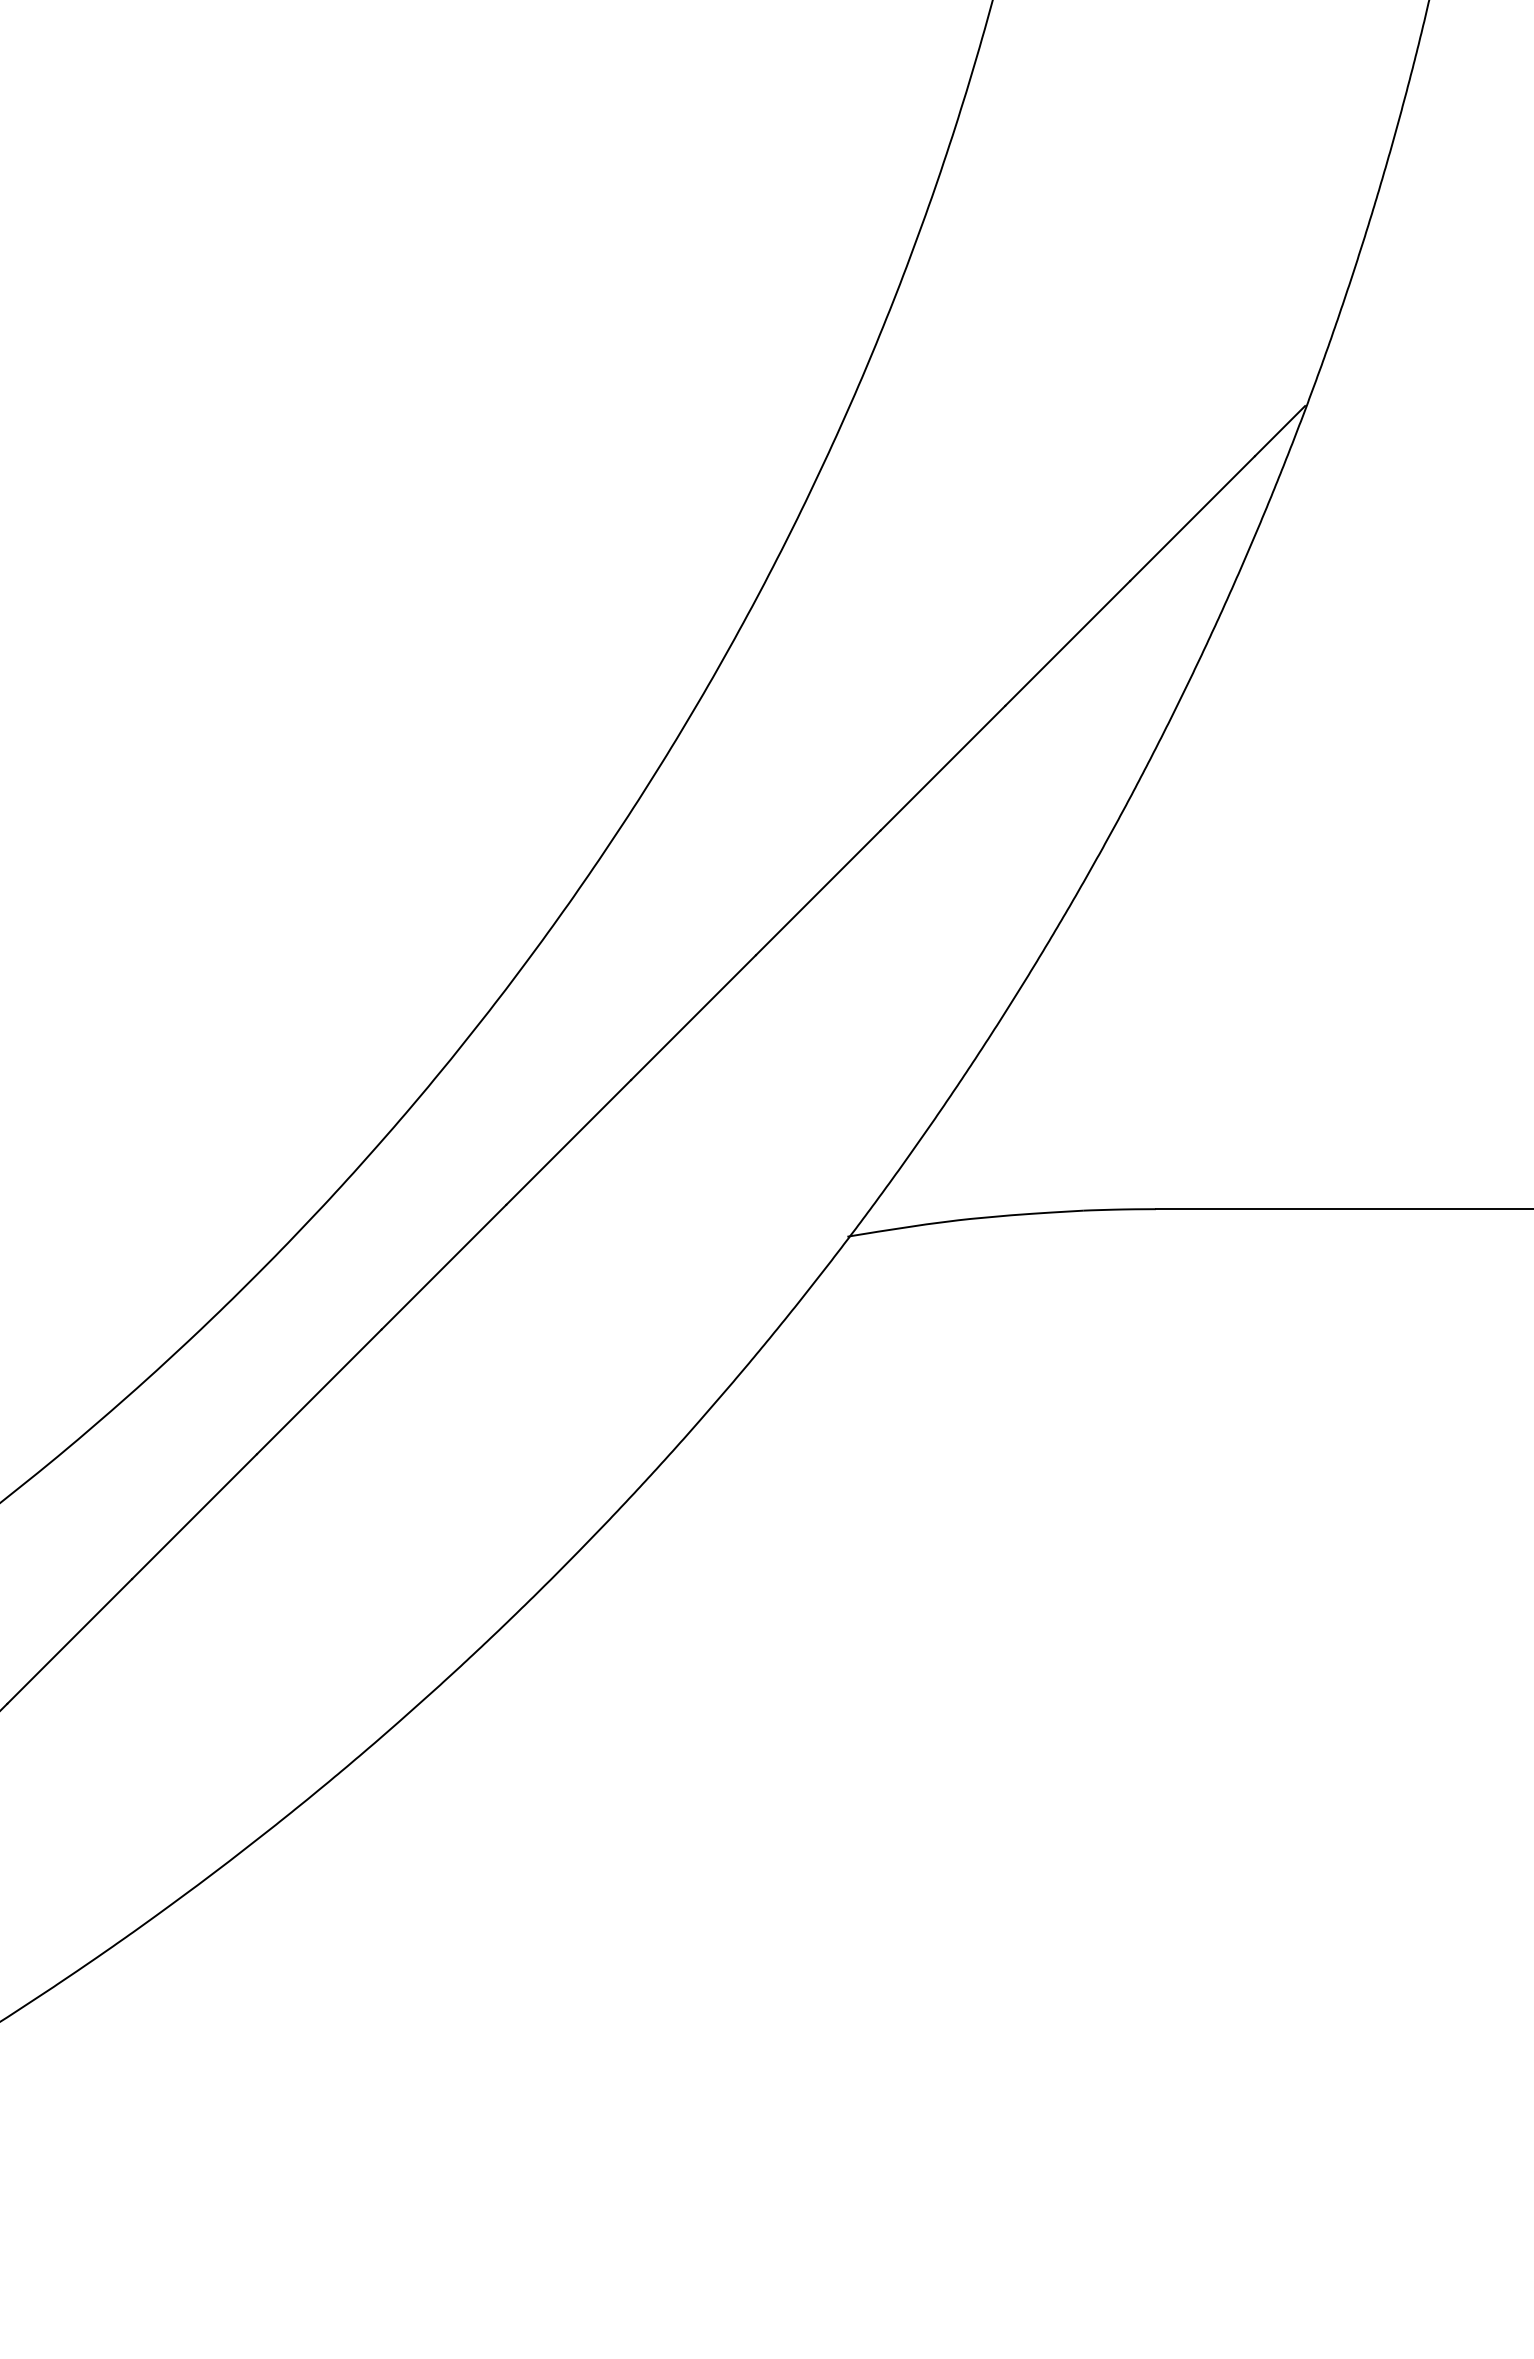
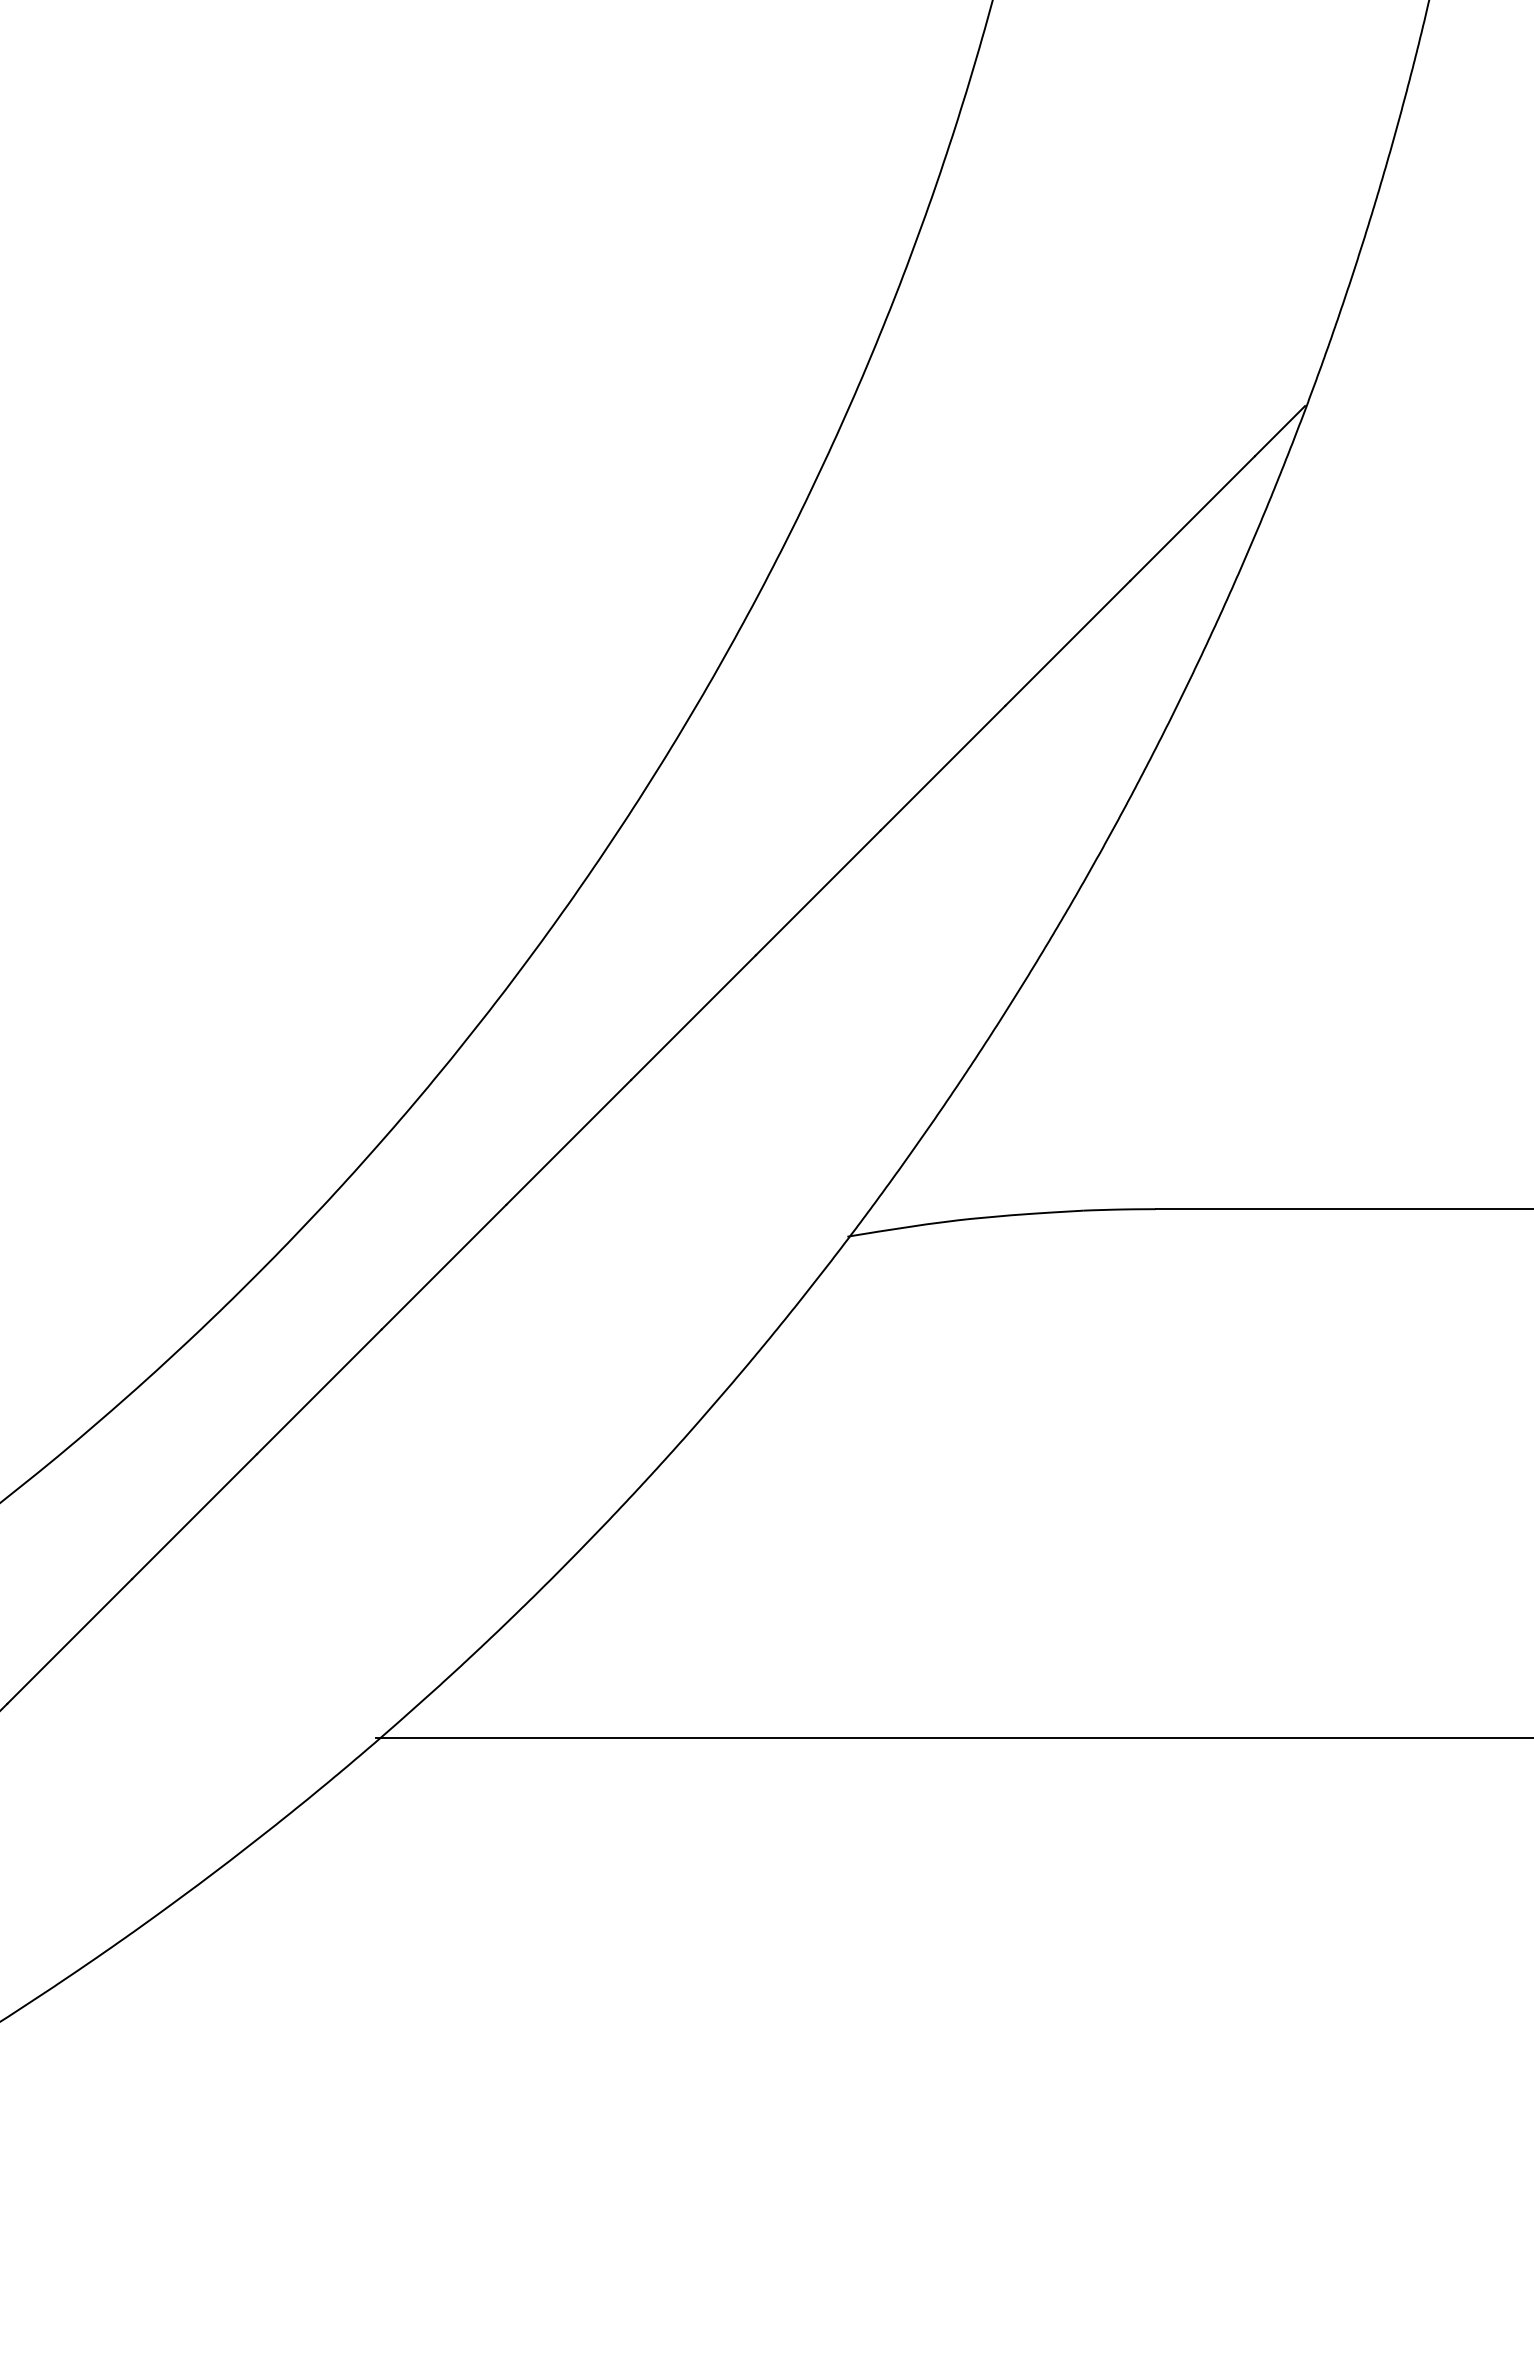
line at (953, 1738): none -> present
